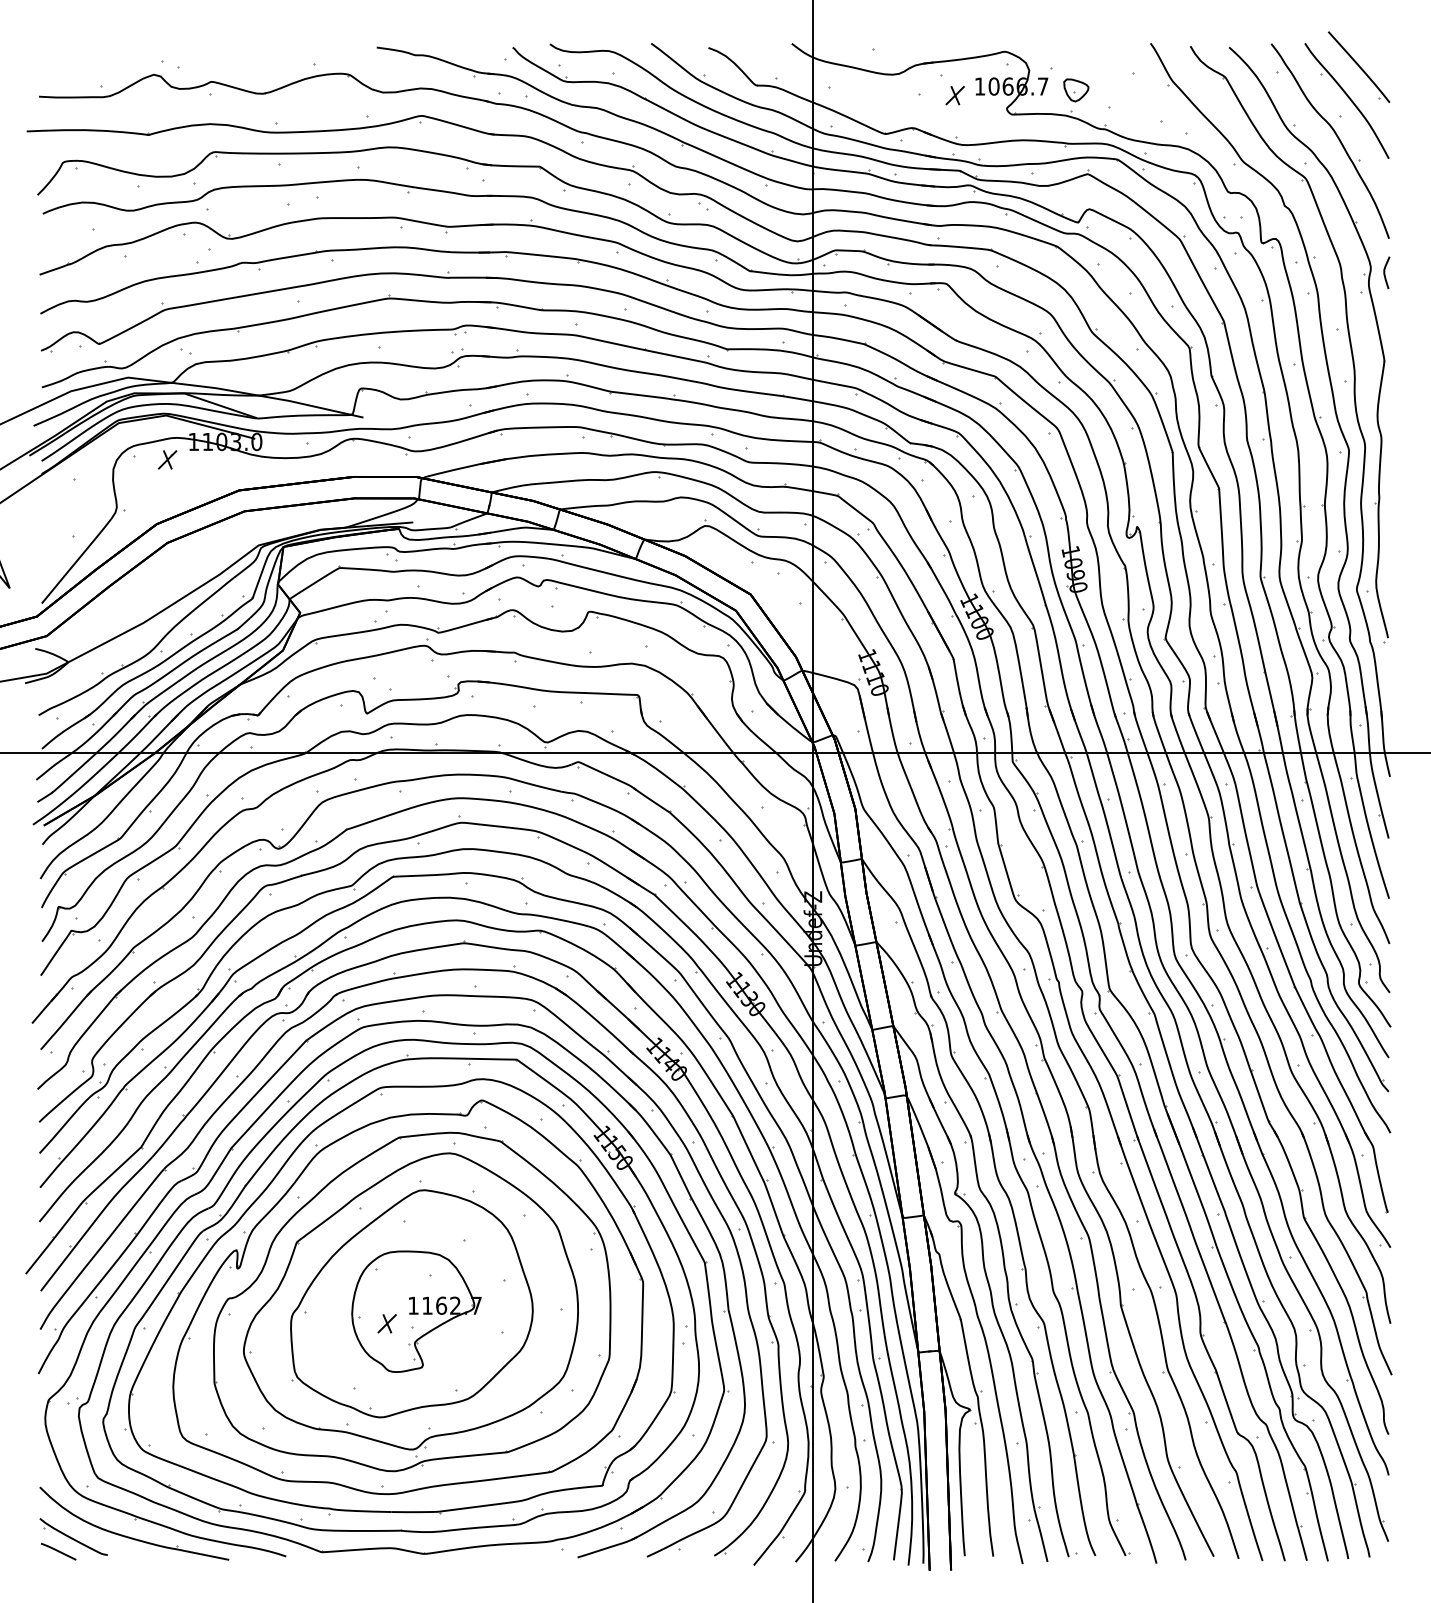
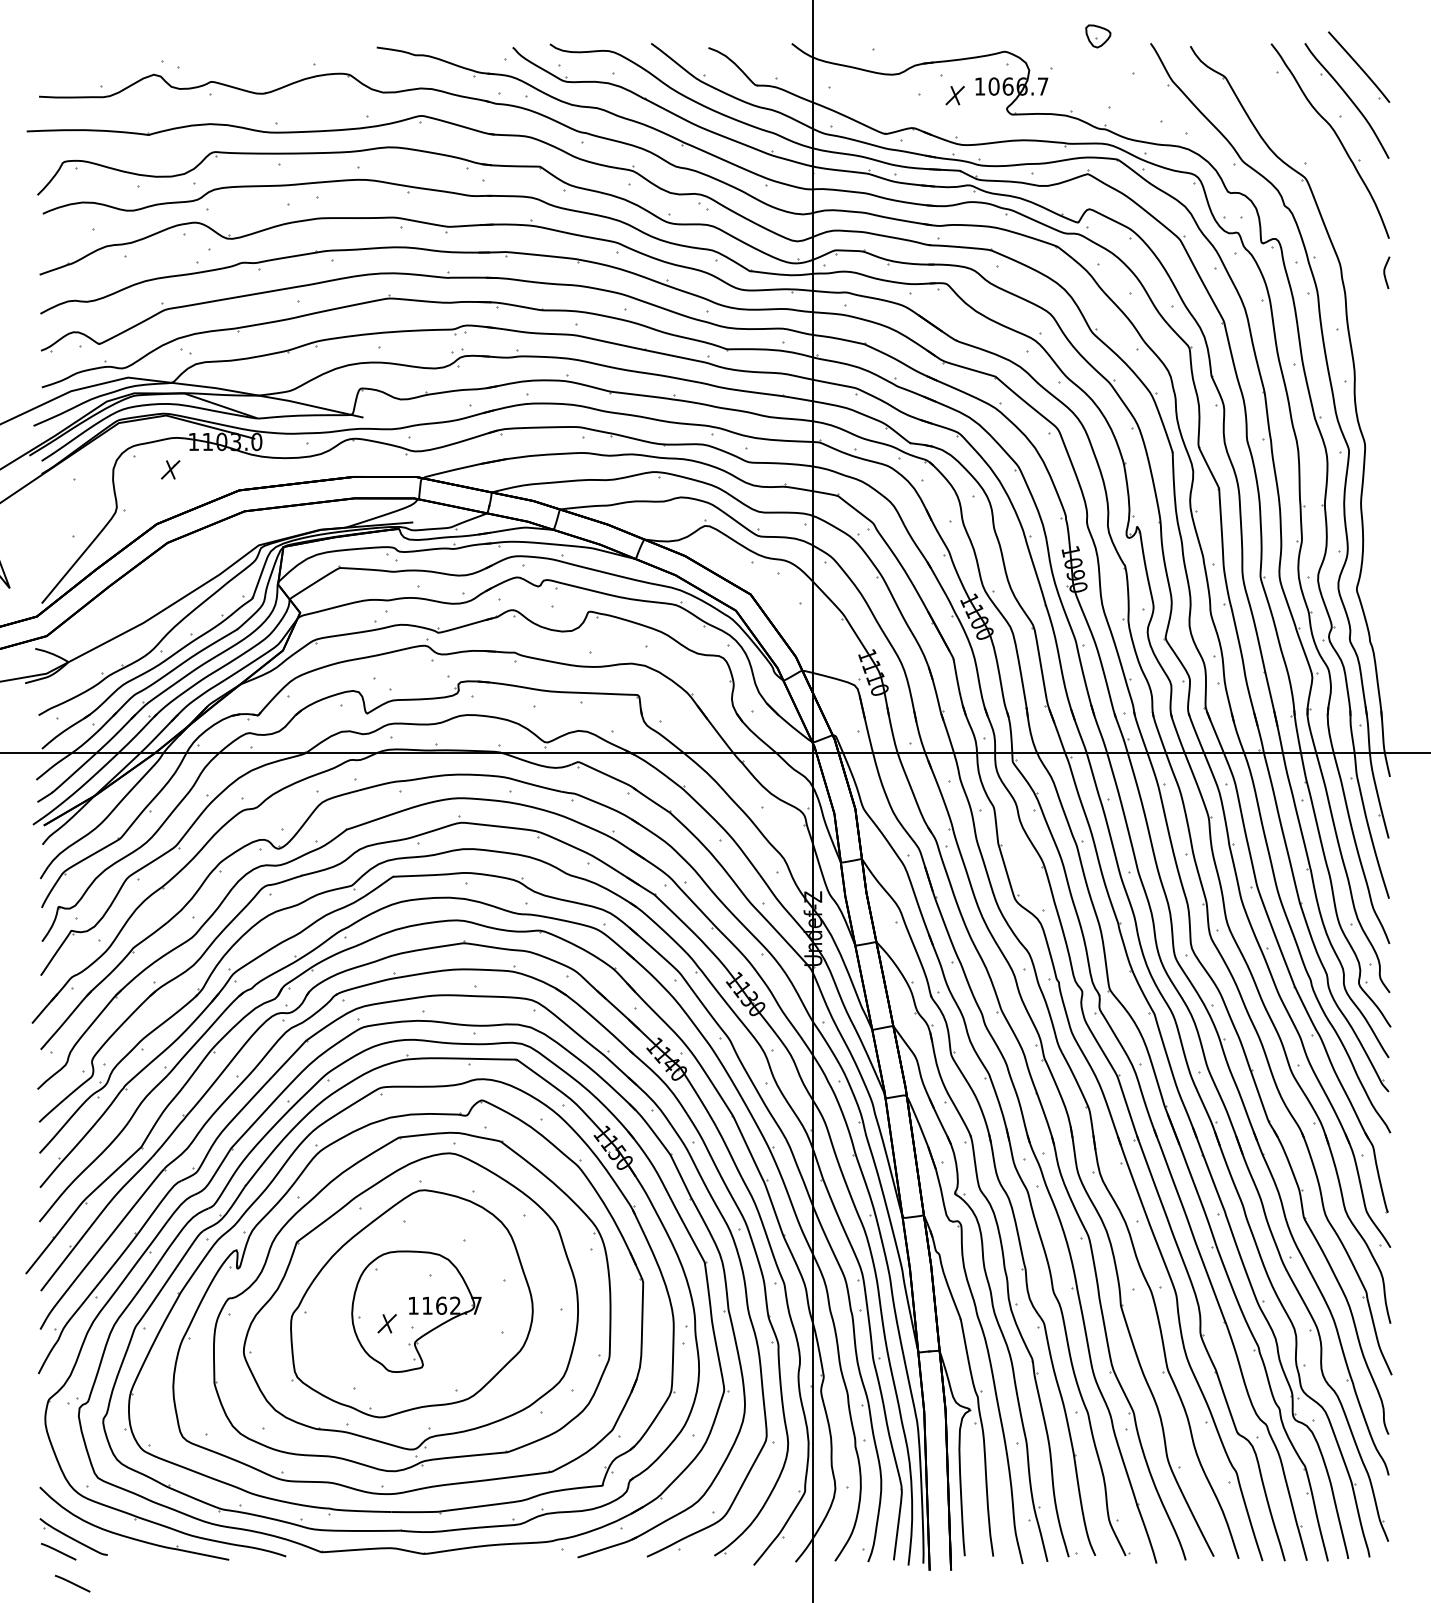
part at (1076, 90) position: (1076, 90) -> (1098, 36)
part at (1377, 331): present -> none
part at (167, 459) position: (167, 459) -> (170, 469)
line at (72, 1583): none -> present
